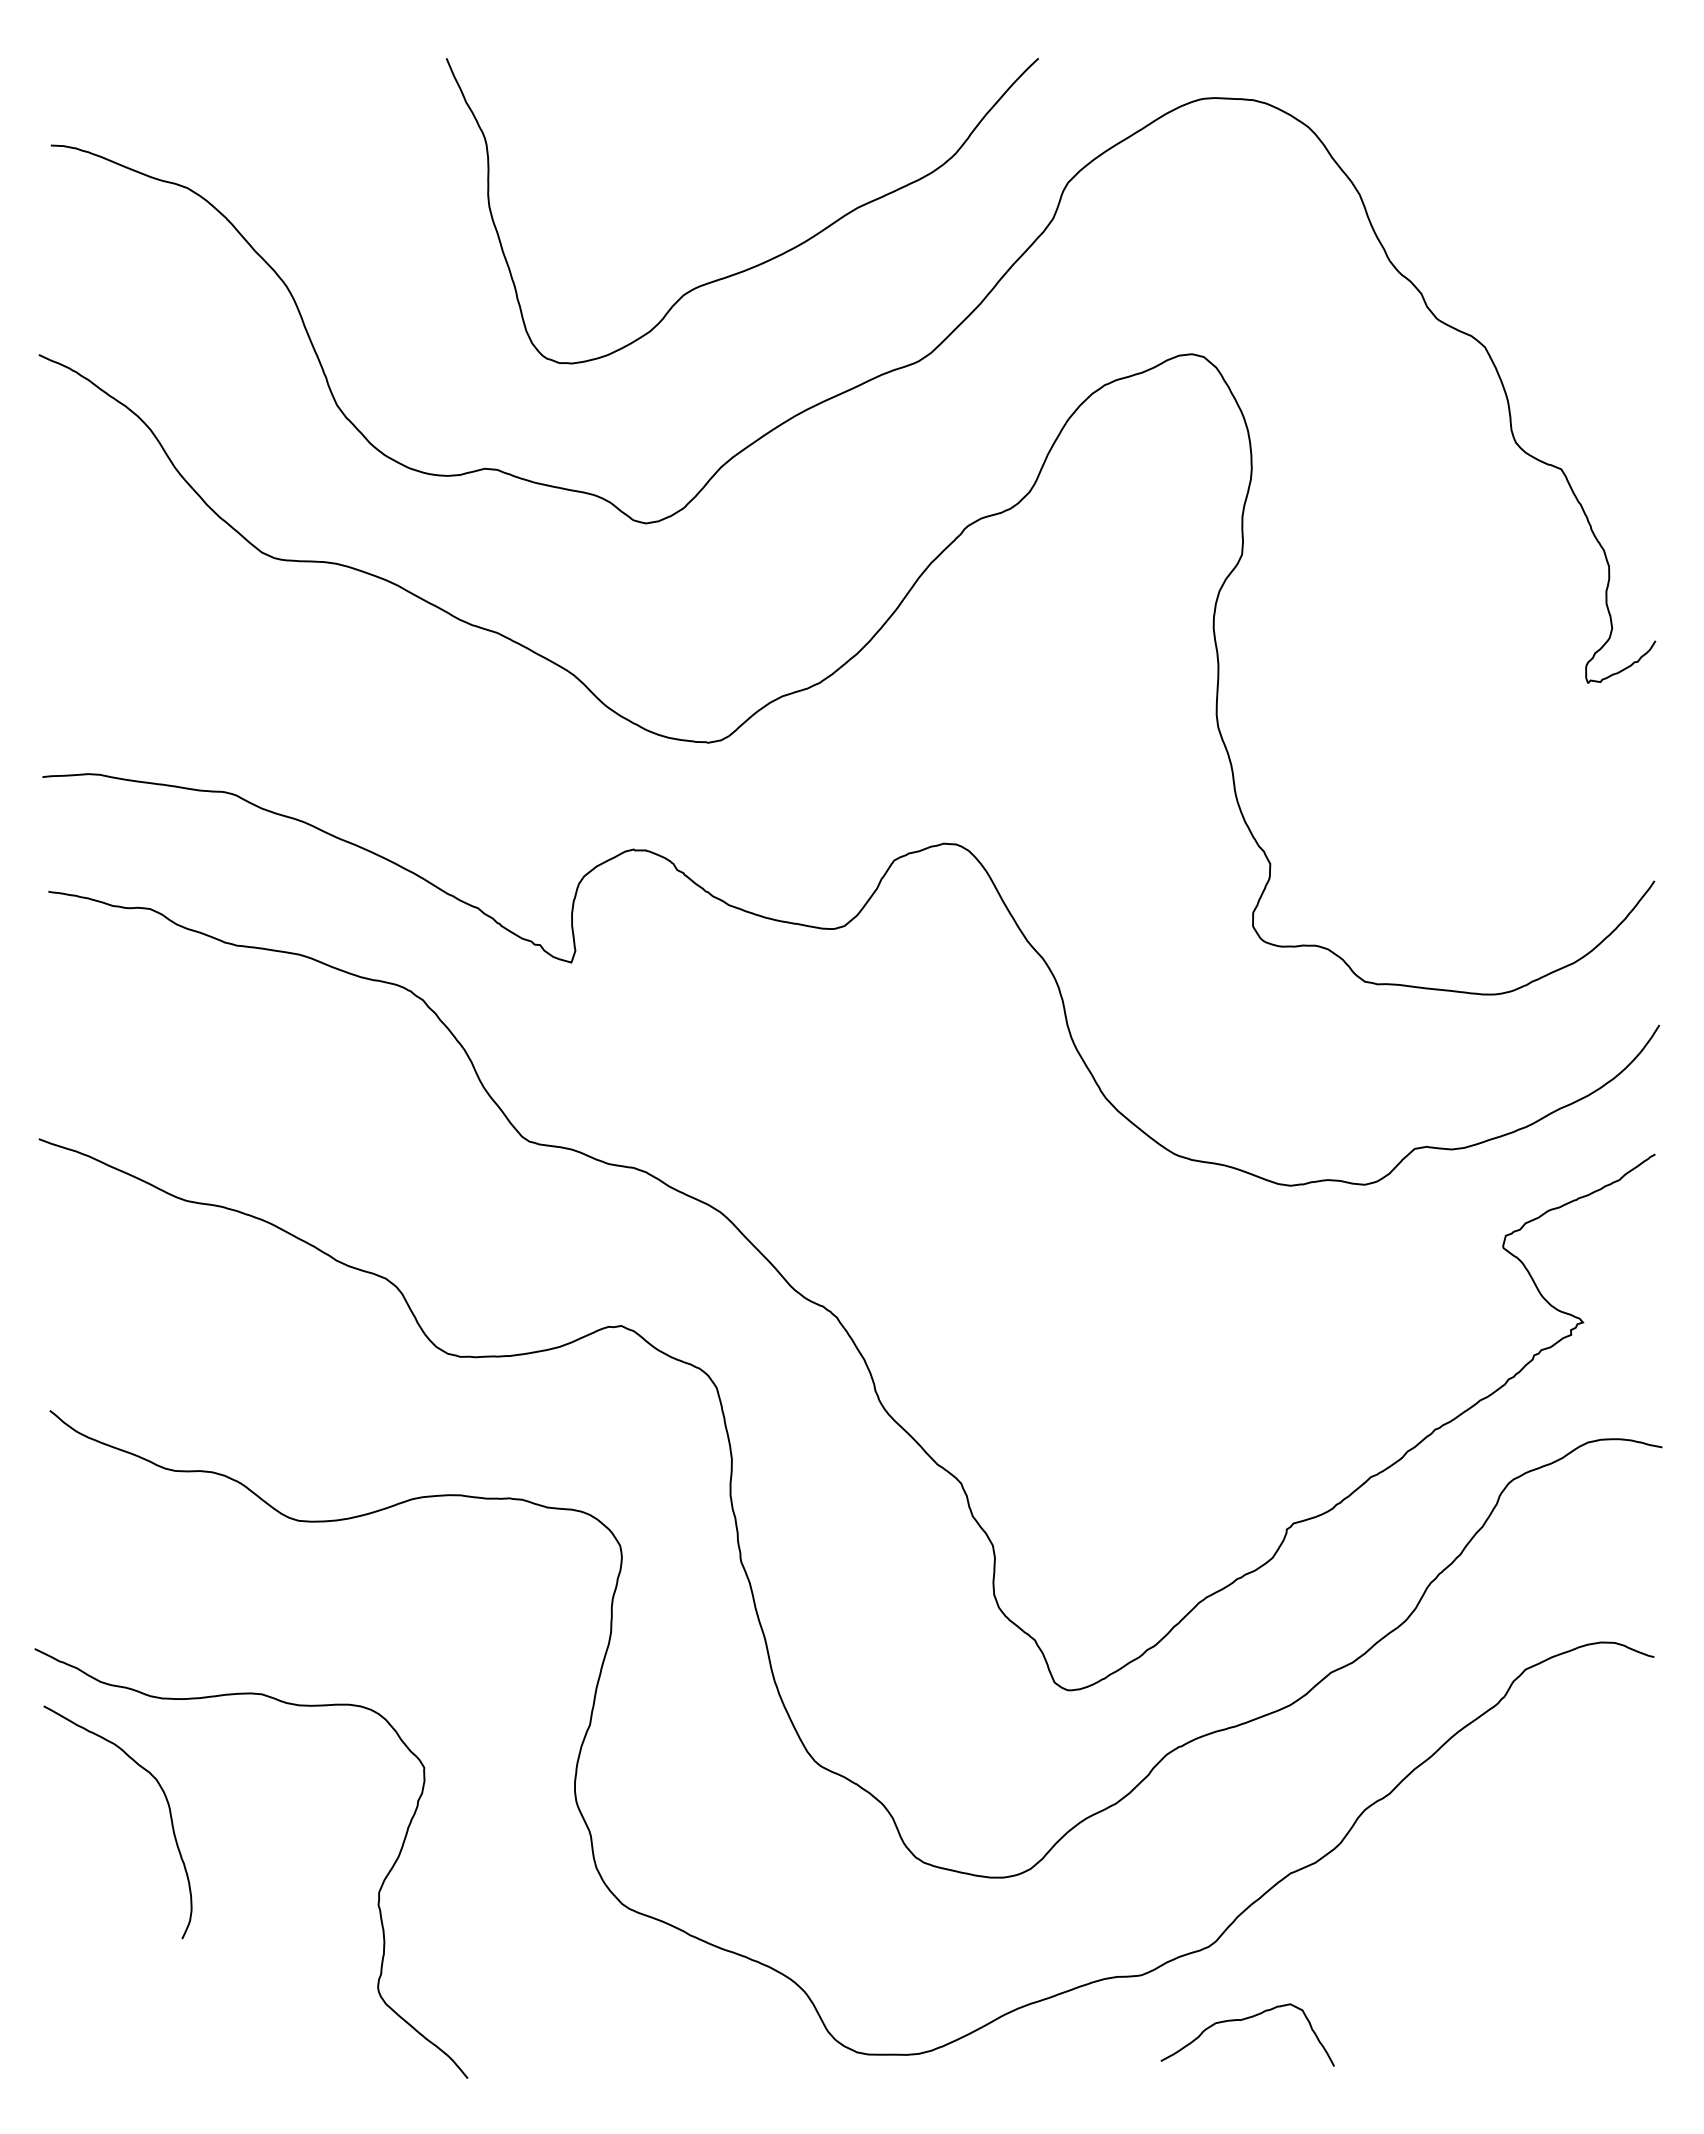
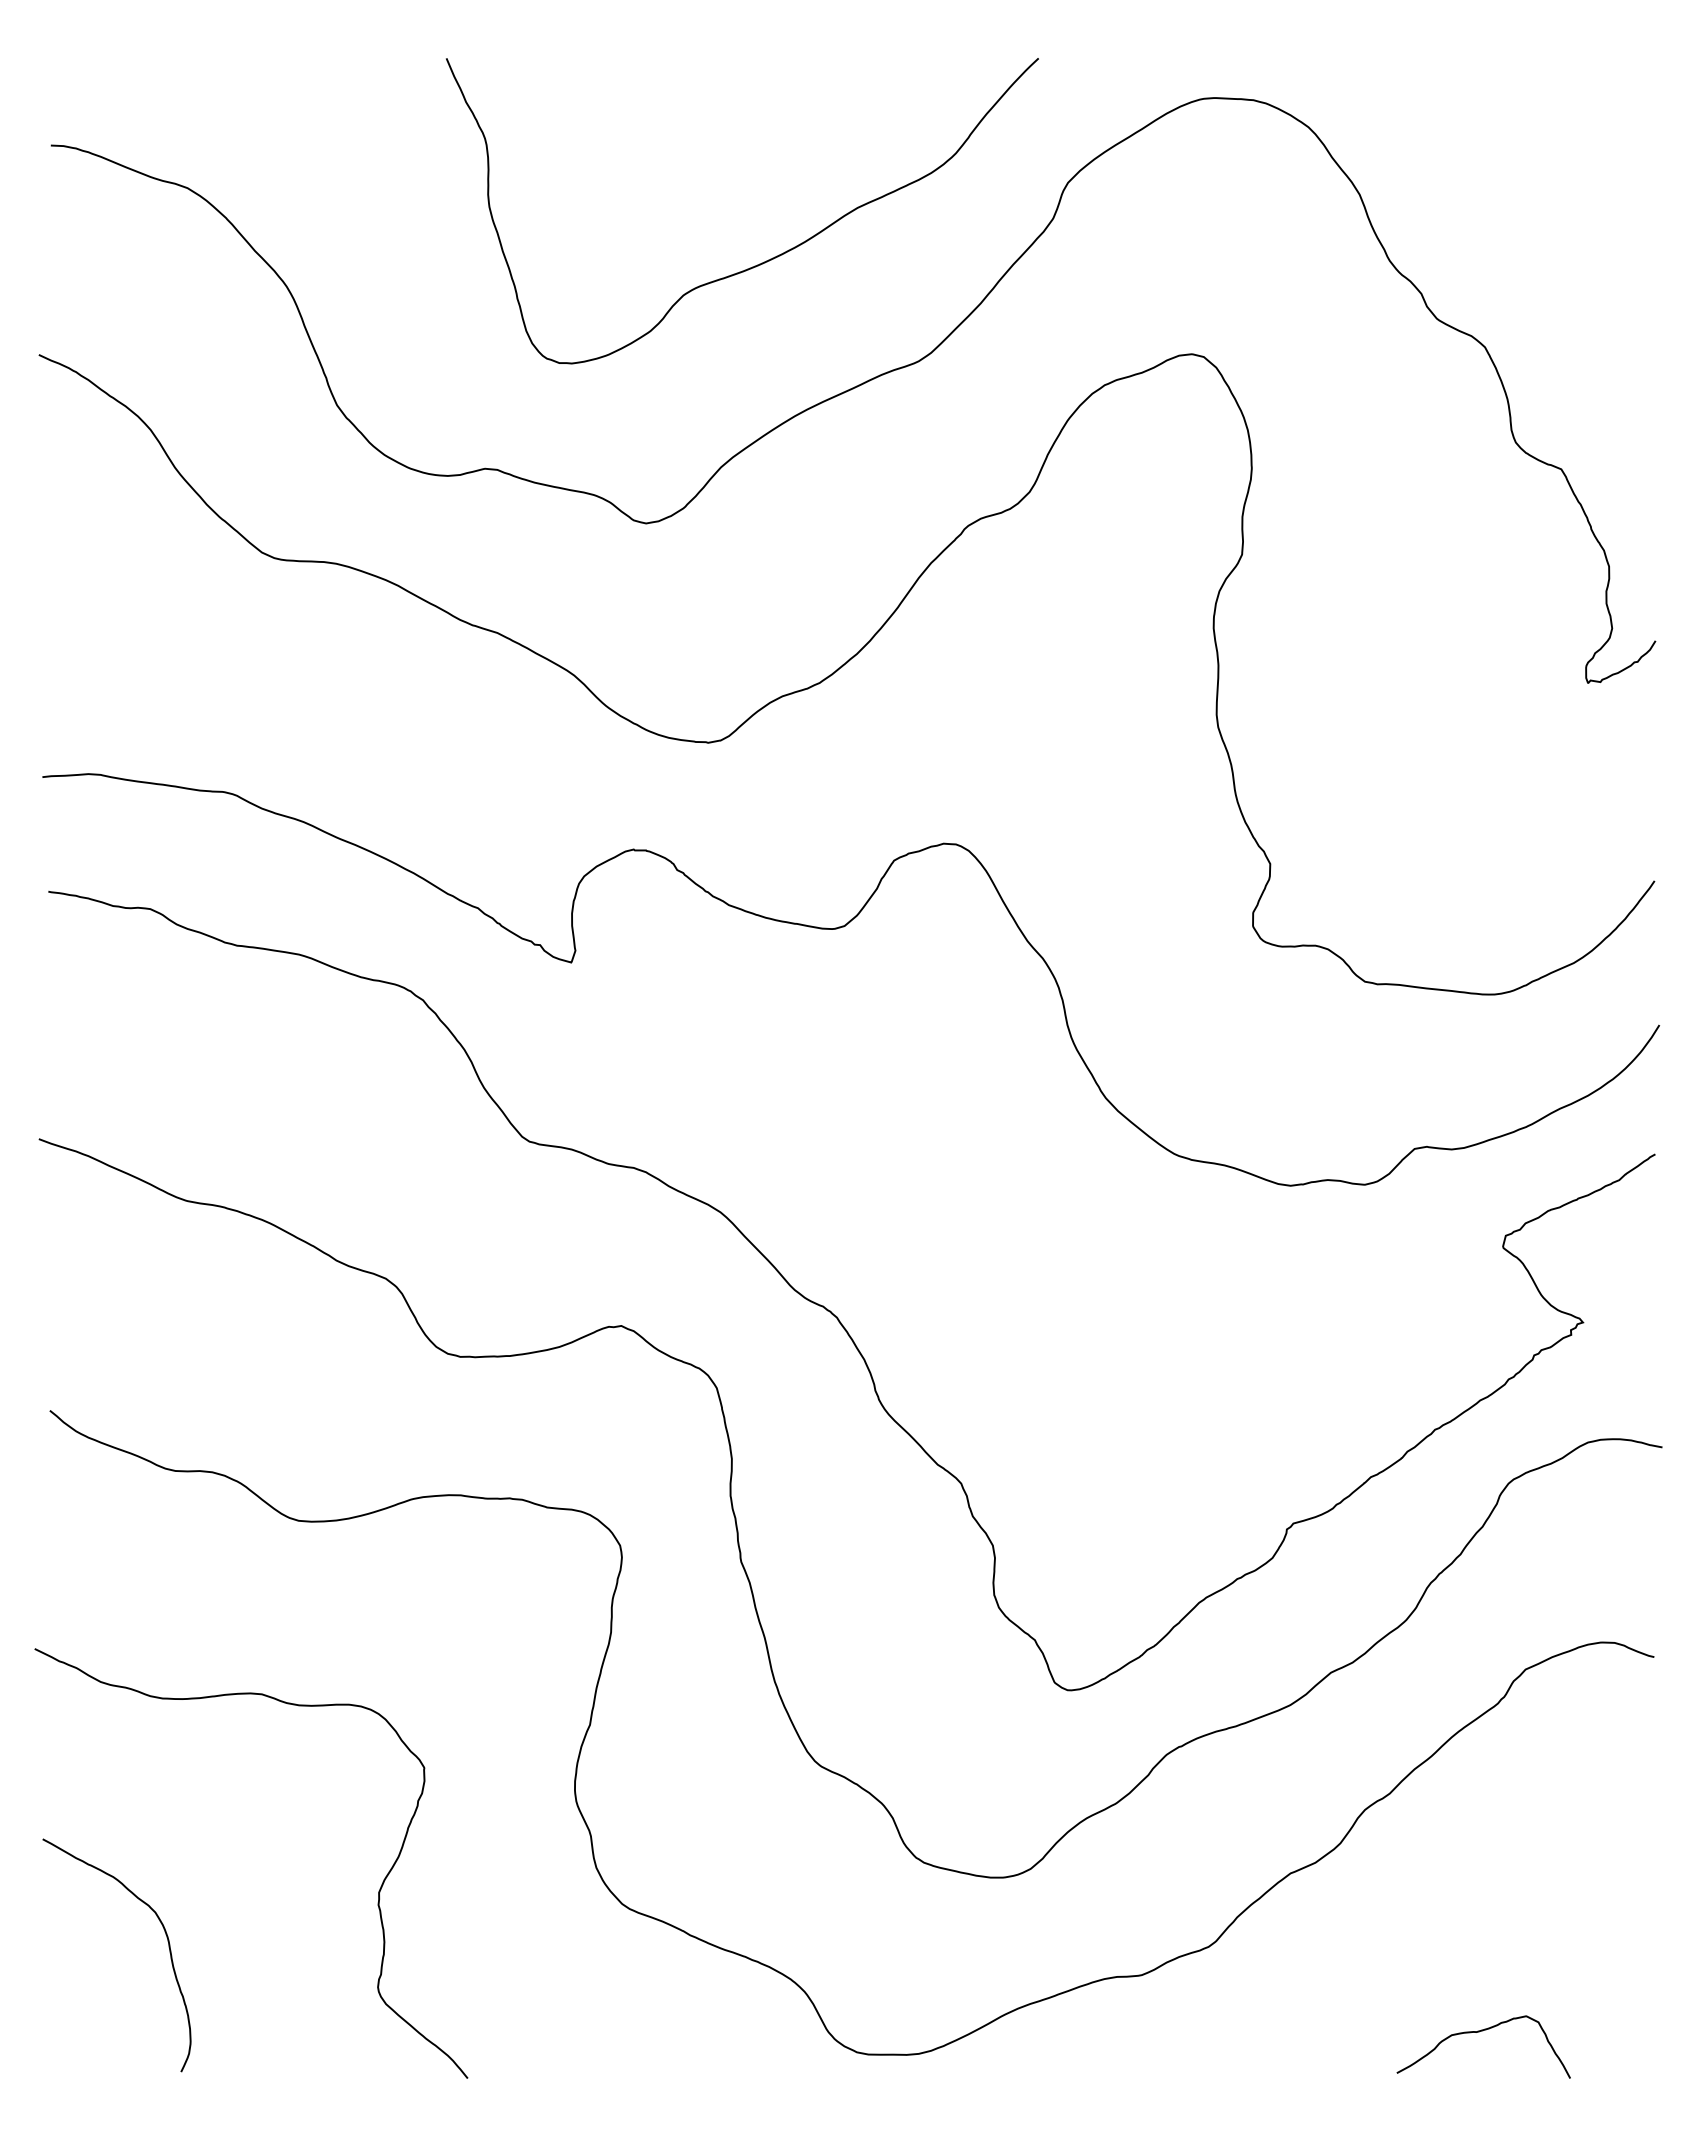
curve at (169, 1814) position: (169, 1814) -> (168, 1947)
curve at (1243, 2020) position: (1243, 2020) -> (1479, 2032)
